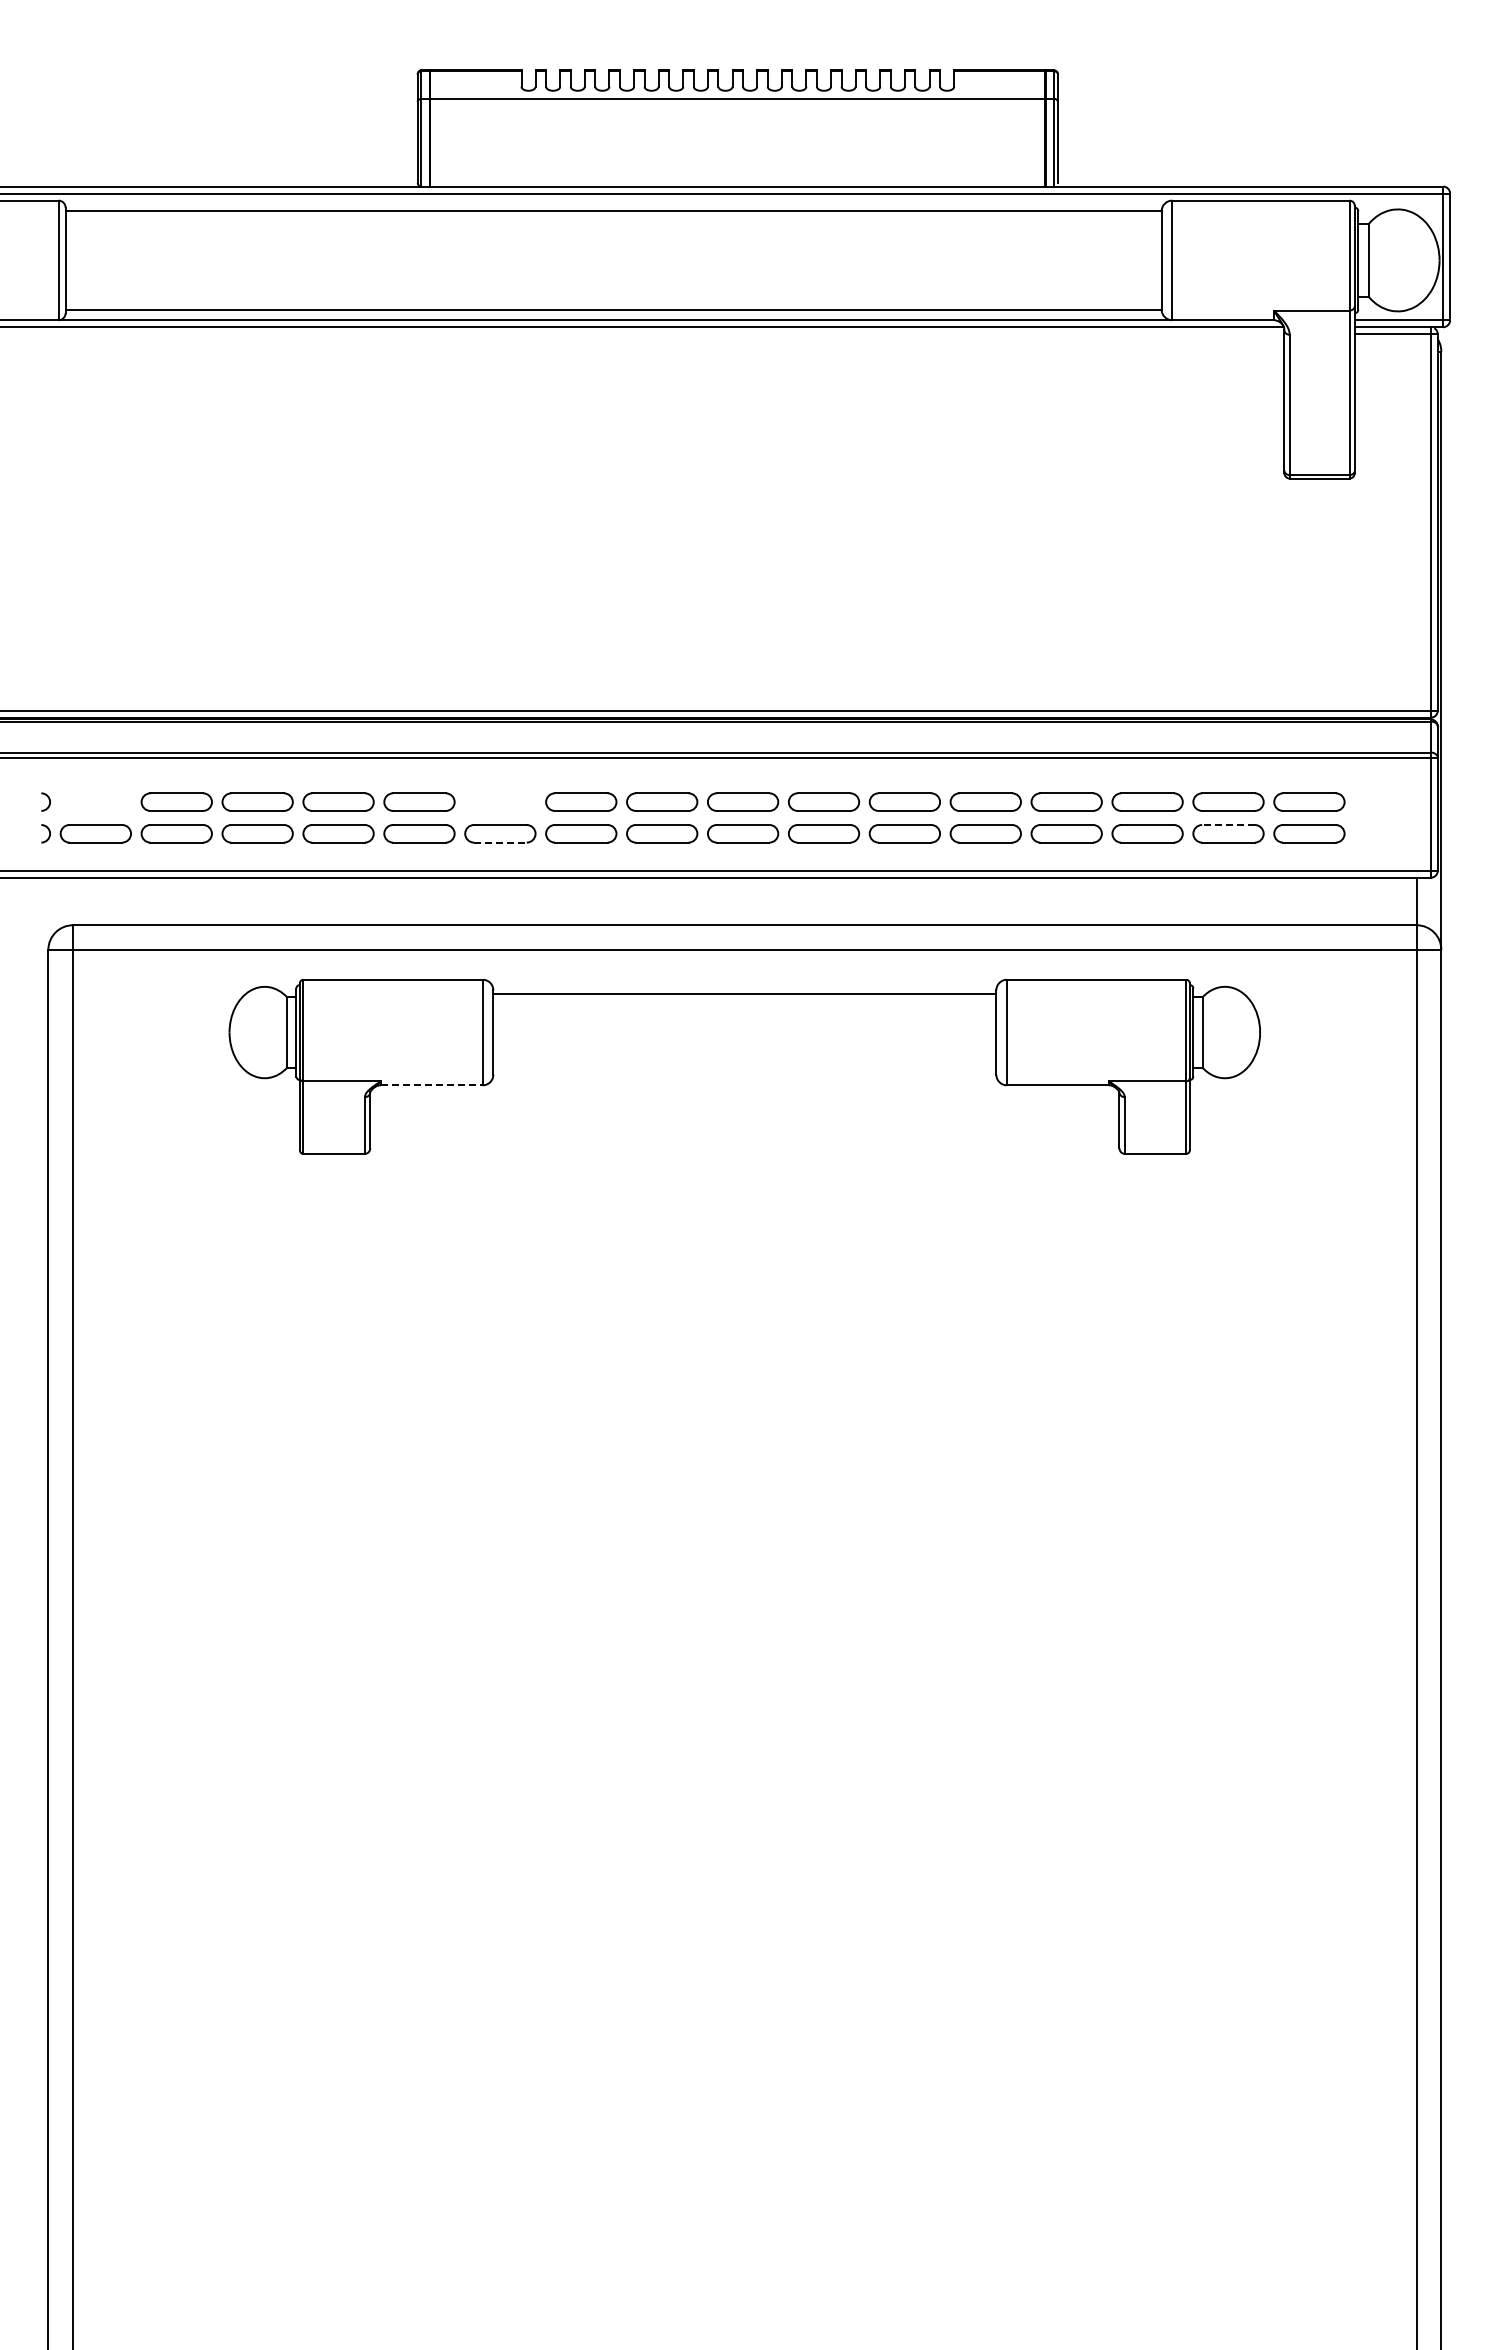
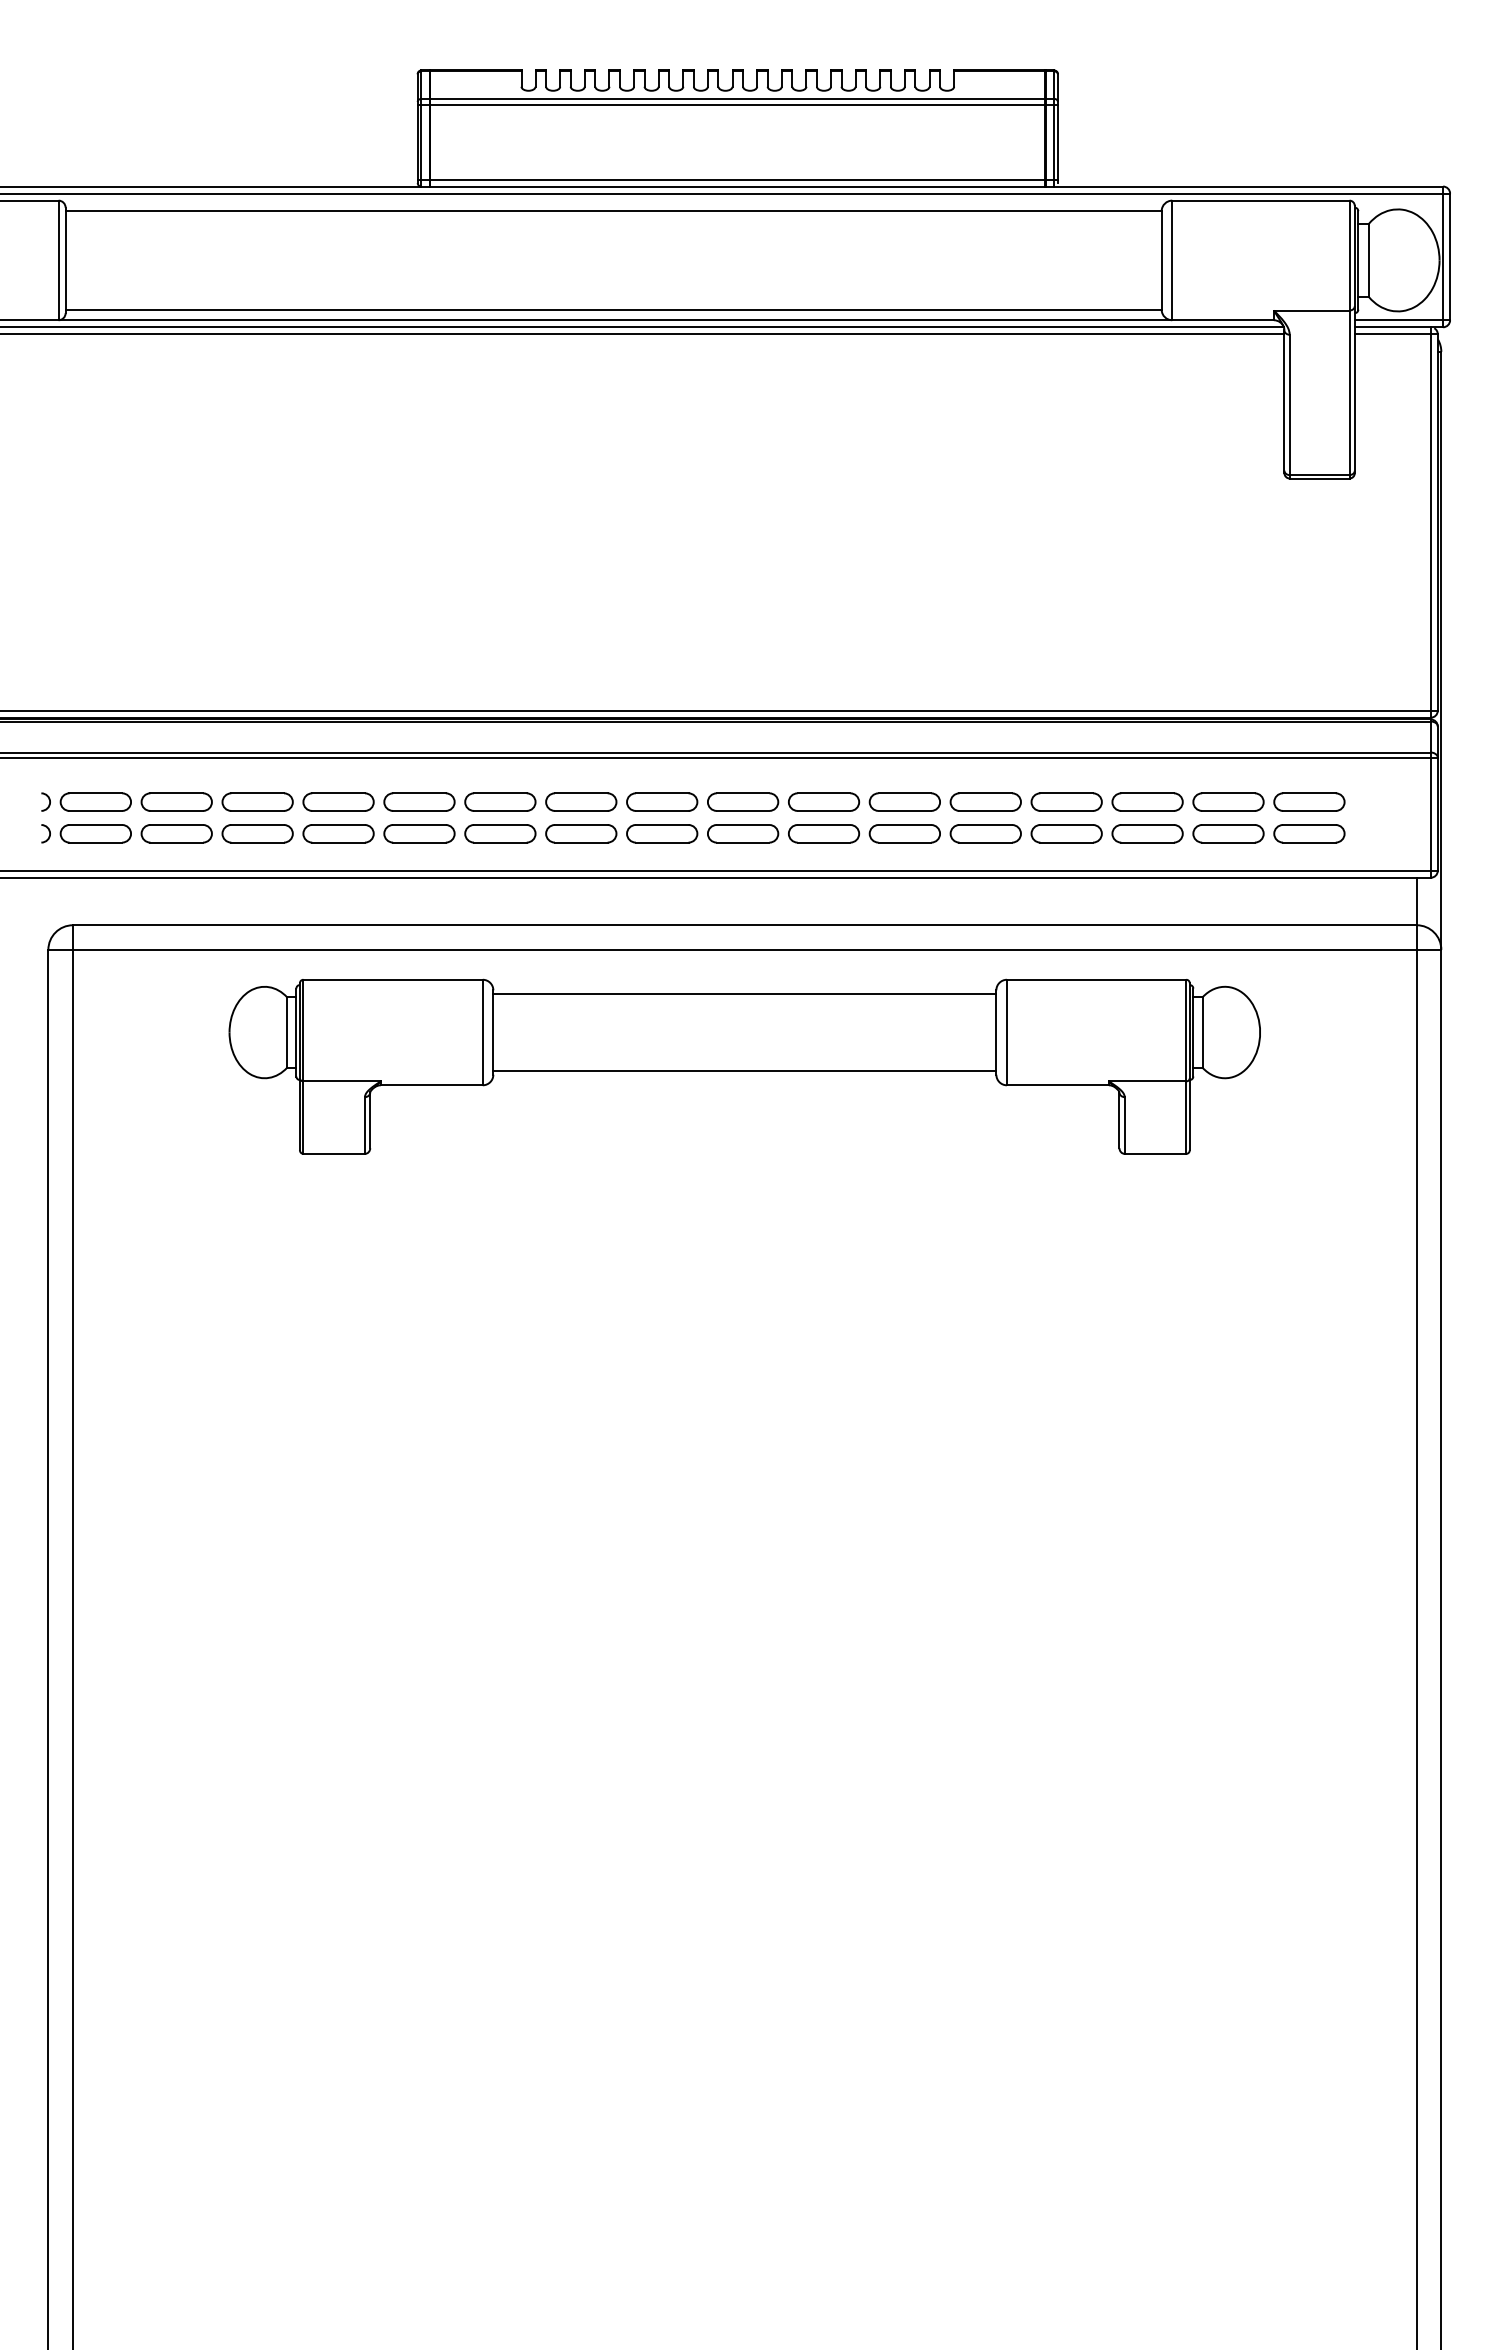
line at (737, 105): none -> present
line at (737, 179): none -> present
line at (643, 334): none -> present
part at (95, 801): none -> present
part at (500, 801): none -> present
line at (1228, 825): dashed -> solid
line at (500, 842): dashed -> solid
line at (744, 1071): none -> present
line at (432, 1085): dashed -> solid
